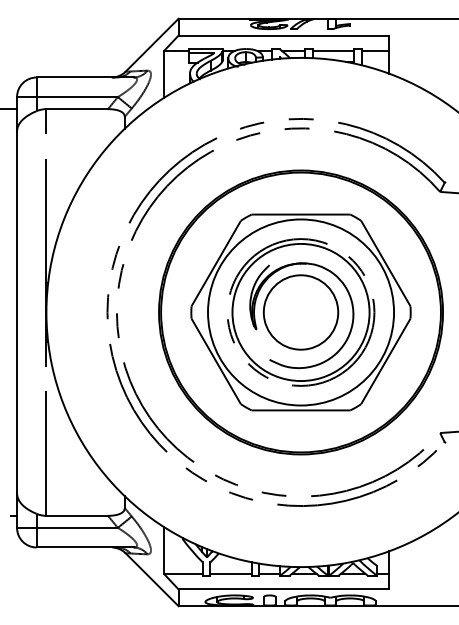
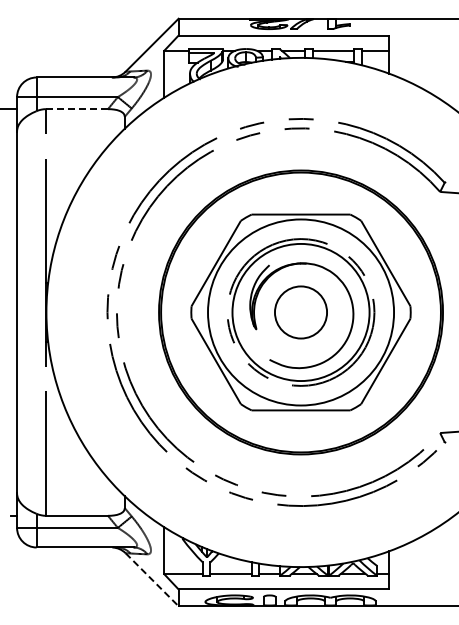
line at (77, 109): solid -> dashed
circle at (300, 312) diameter: 74 px -> 52 px
line at (152, 580): solid -> dashed
